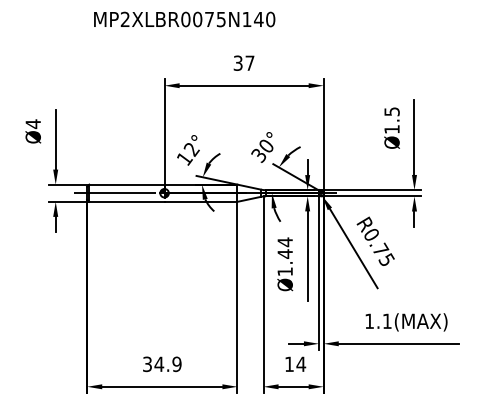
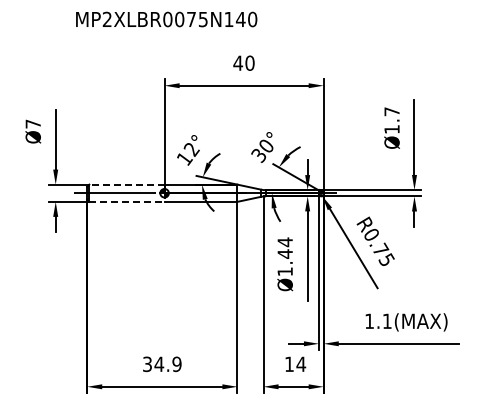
text at (184, 19) position: (184, 19) -> (166, 19)
text at (243, 62): 37 -> 40
text at (391, 111): Ø1.5 -> Ø1.7
text at (32, 124): Ø4 -> Ø7
line at (126, 184): solid -> dashed
line at (126, 201): solid -> dashed
